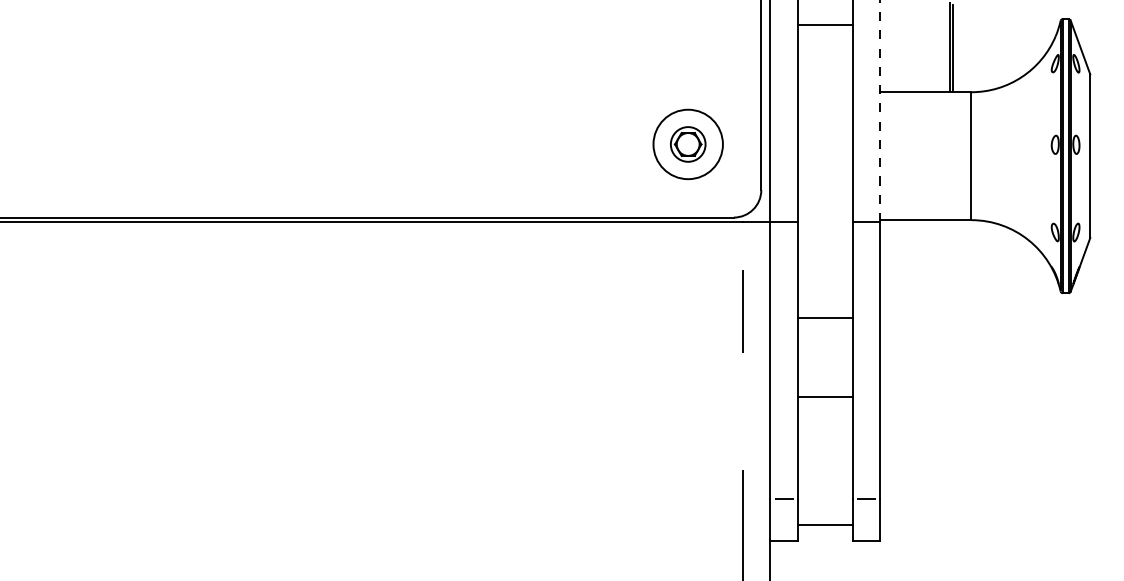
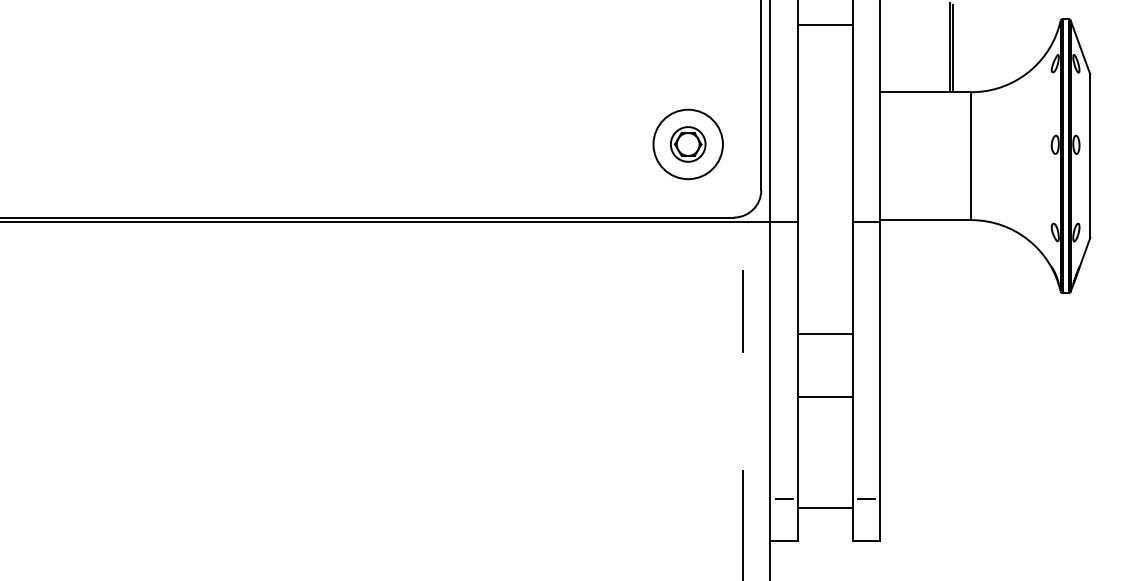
line at (880, 111): dashed -> solid
line at (824, 317) position: (824, 317) -> (824, 333)
line at (824, 525) position: (824, 525) -> (824, 508)
